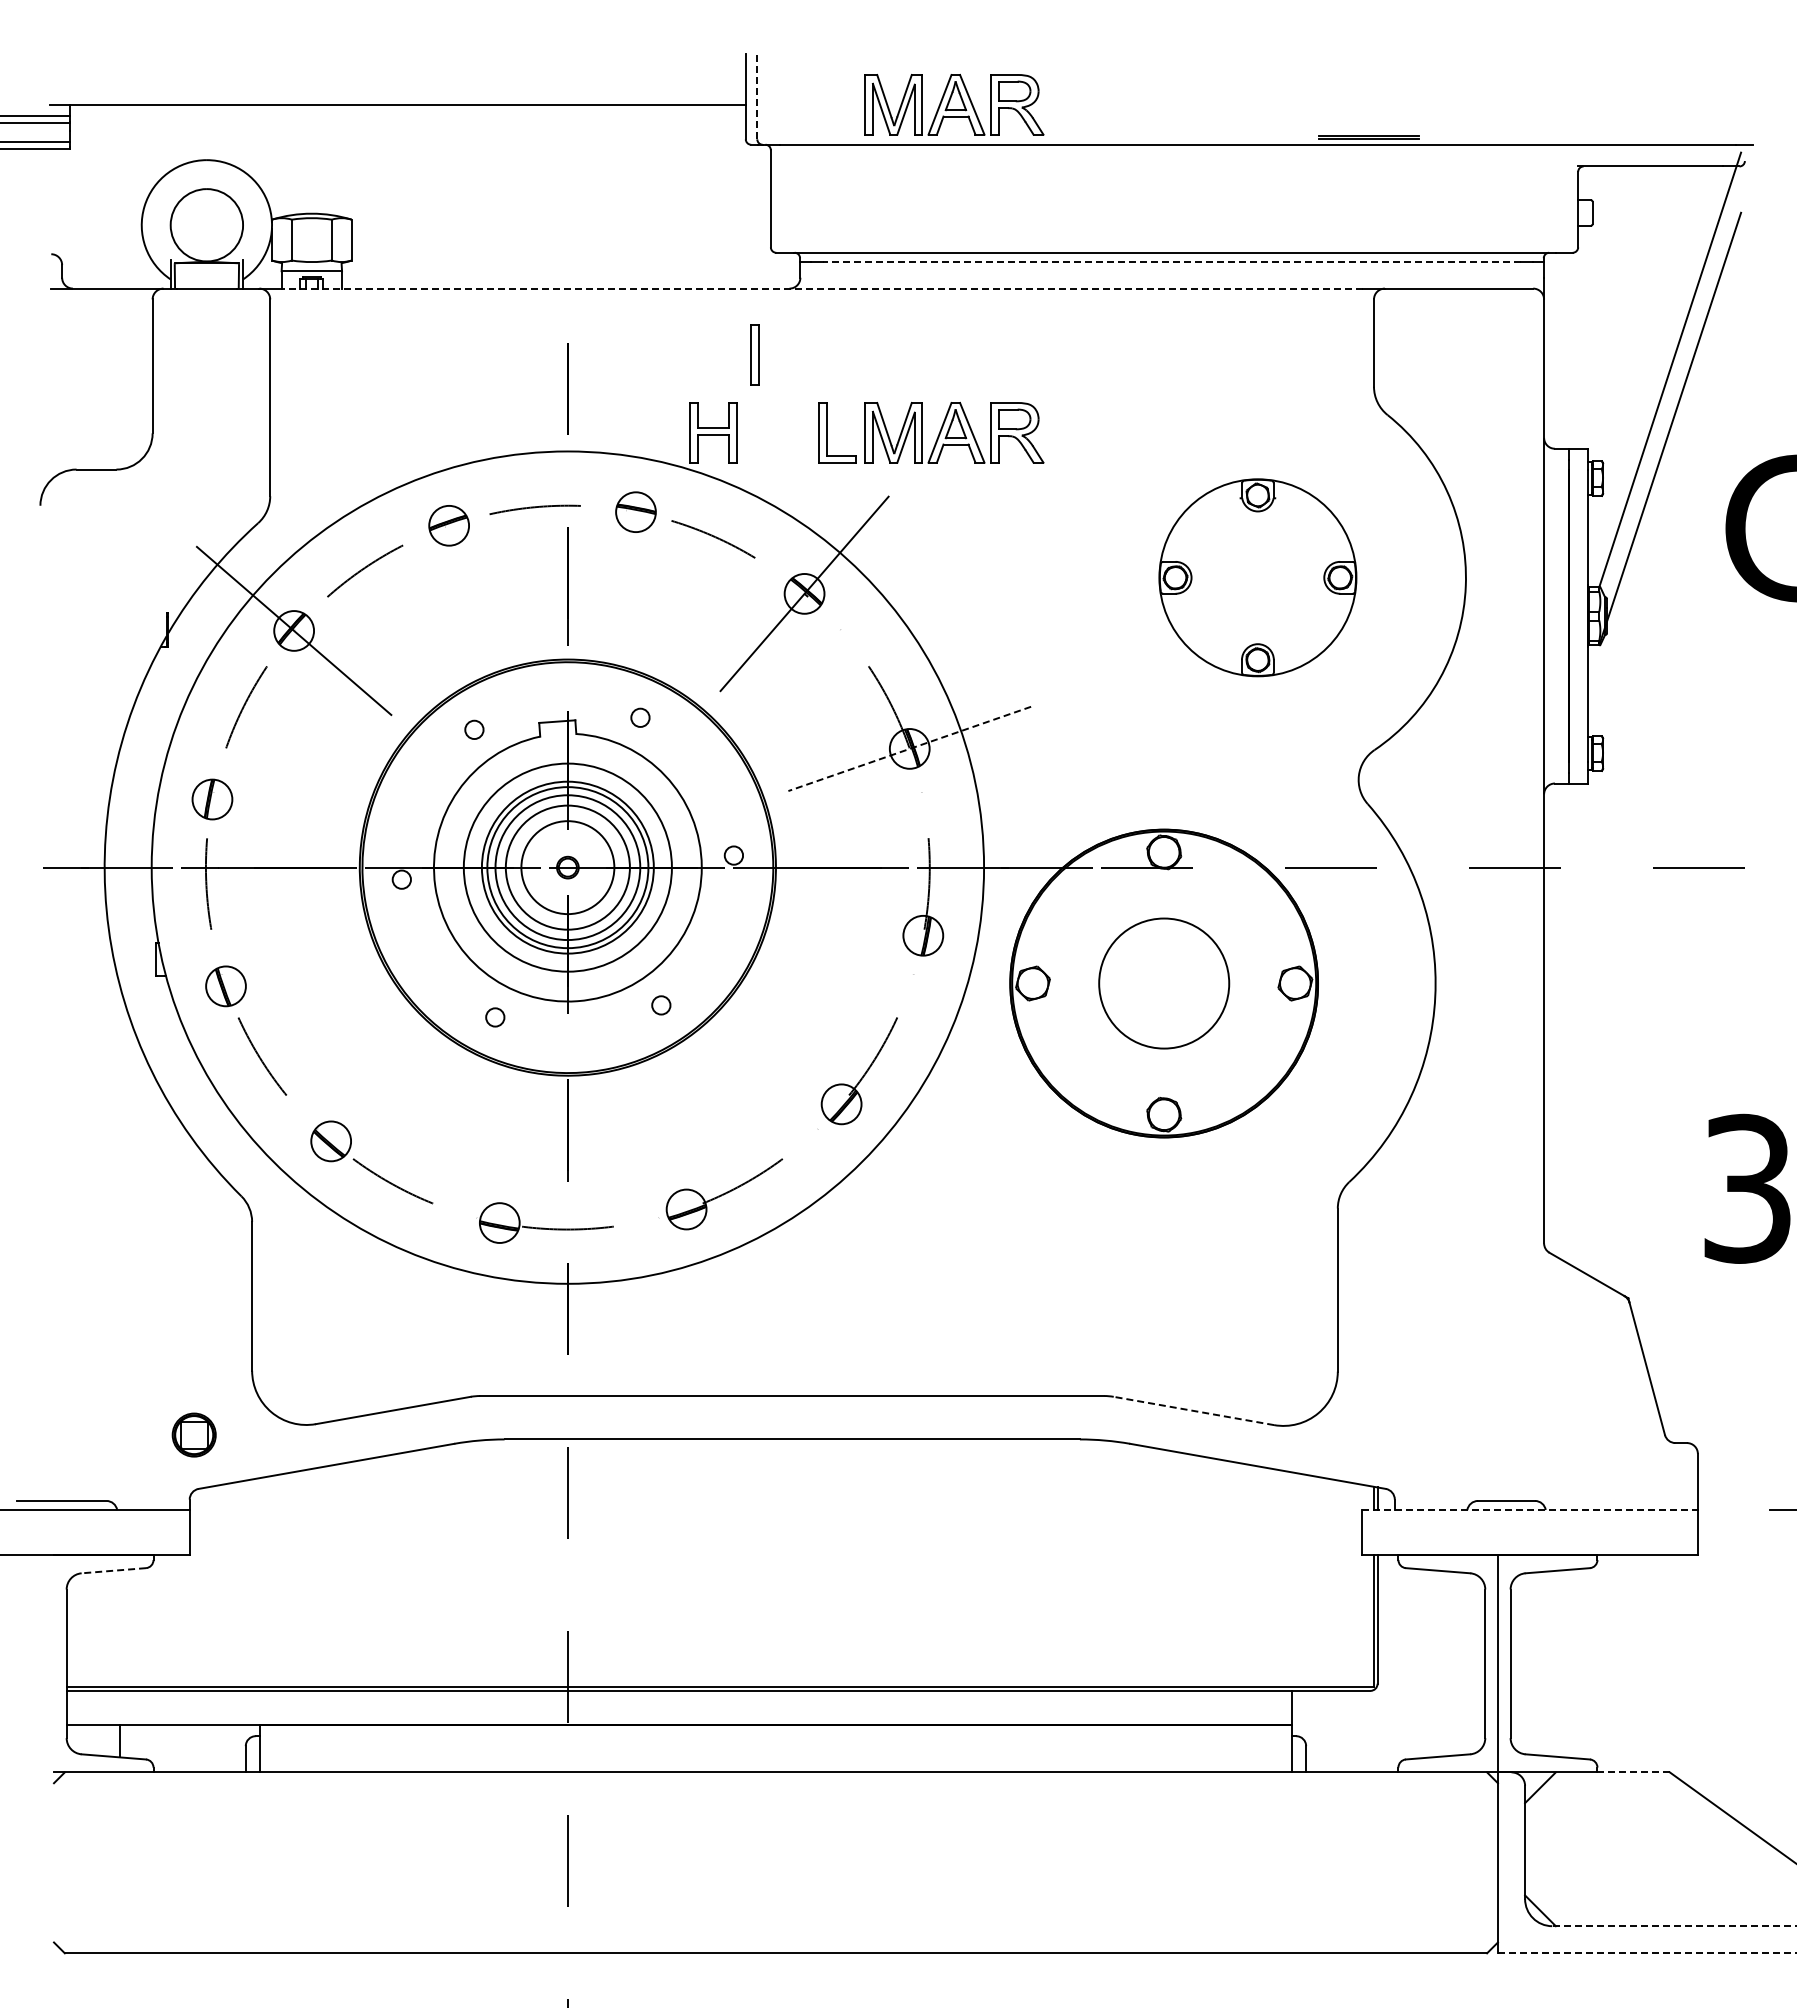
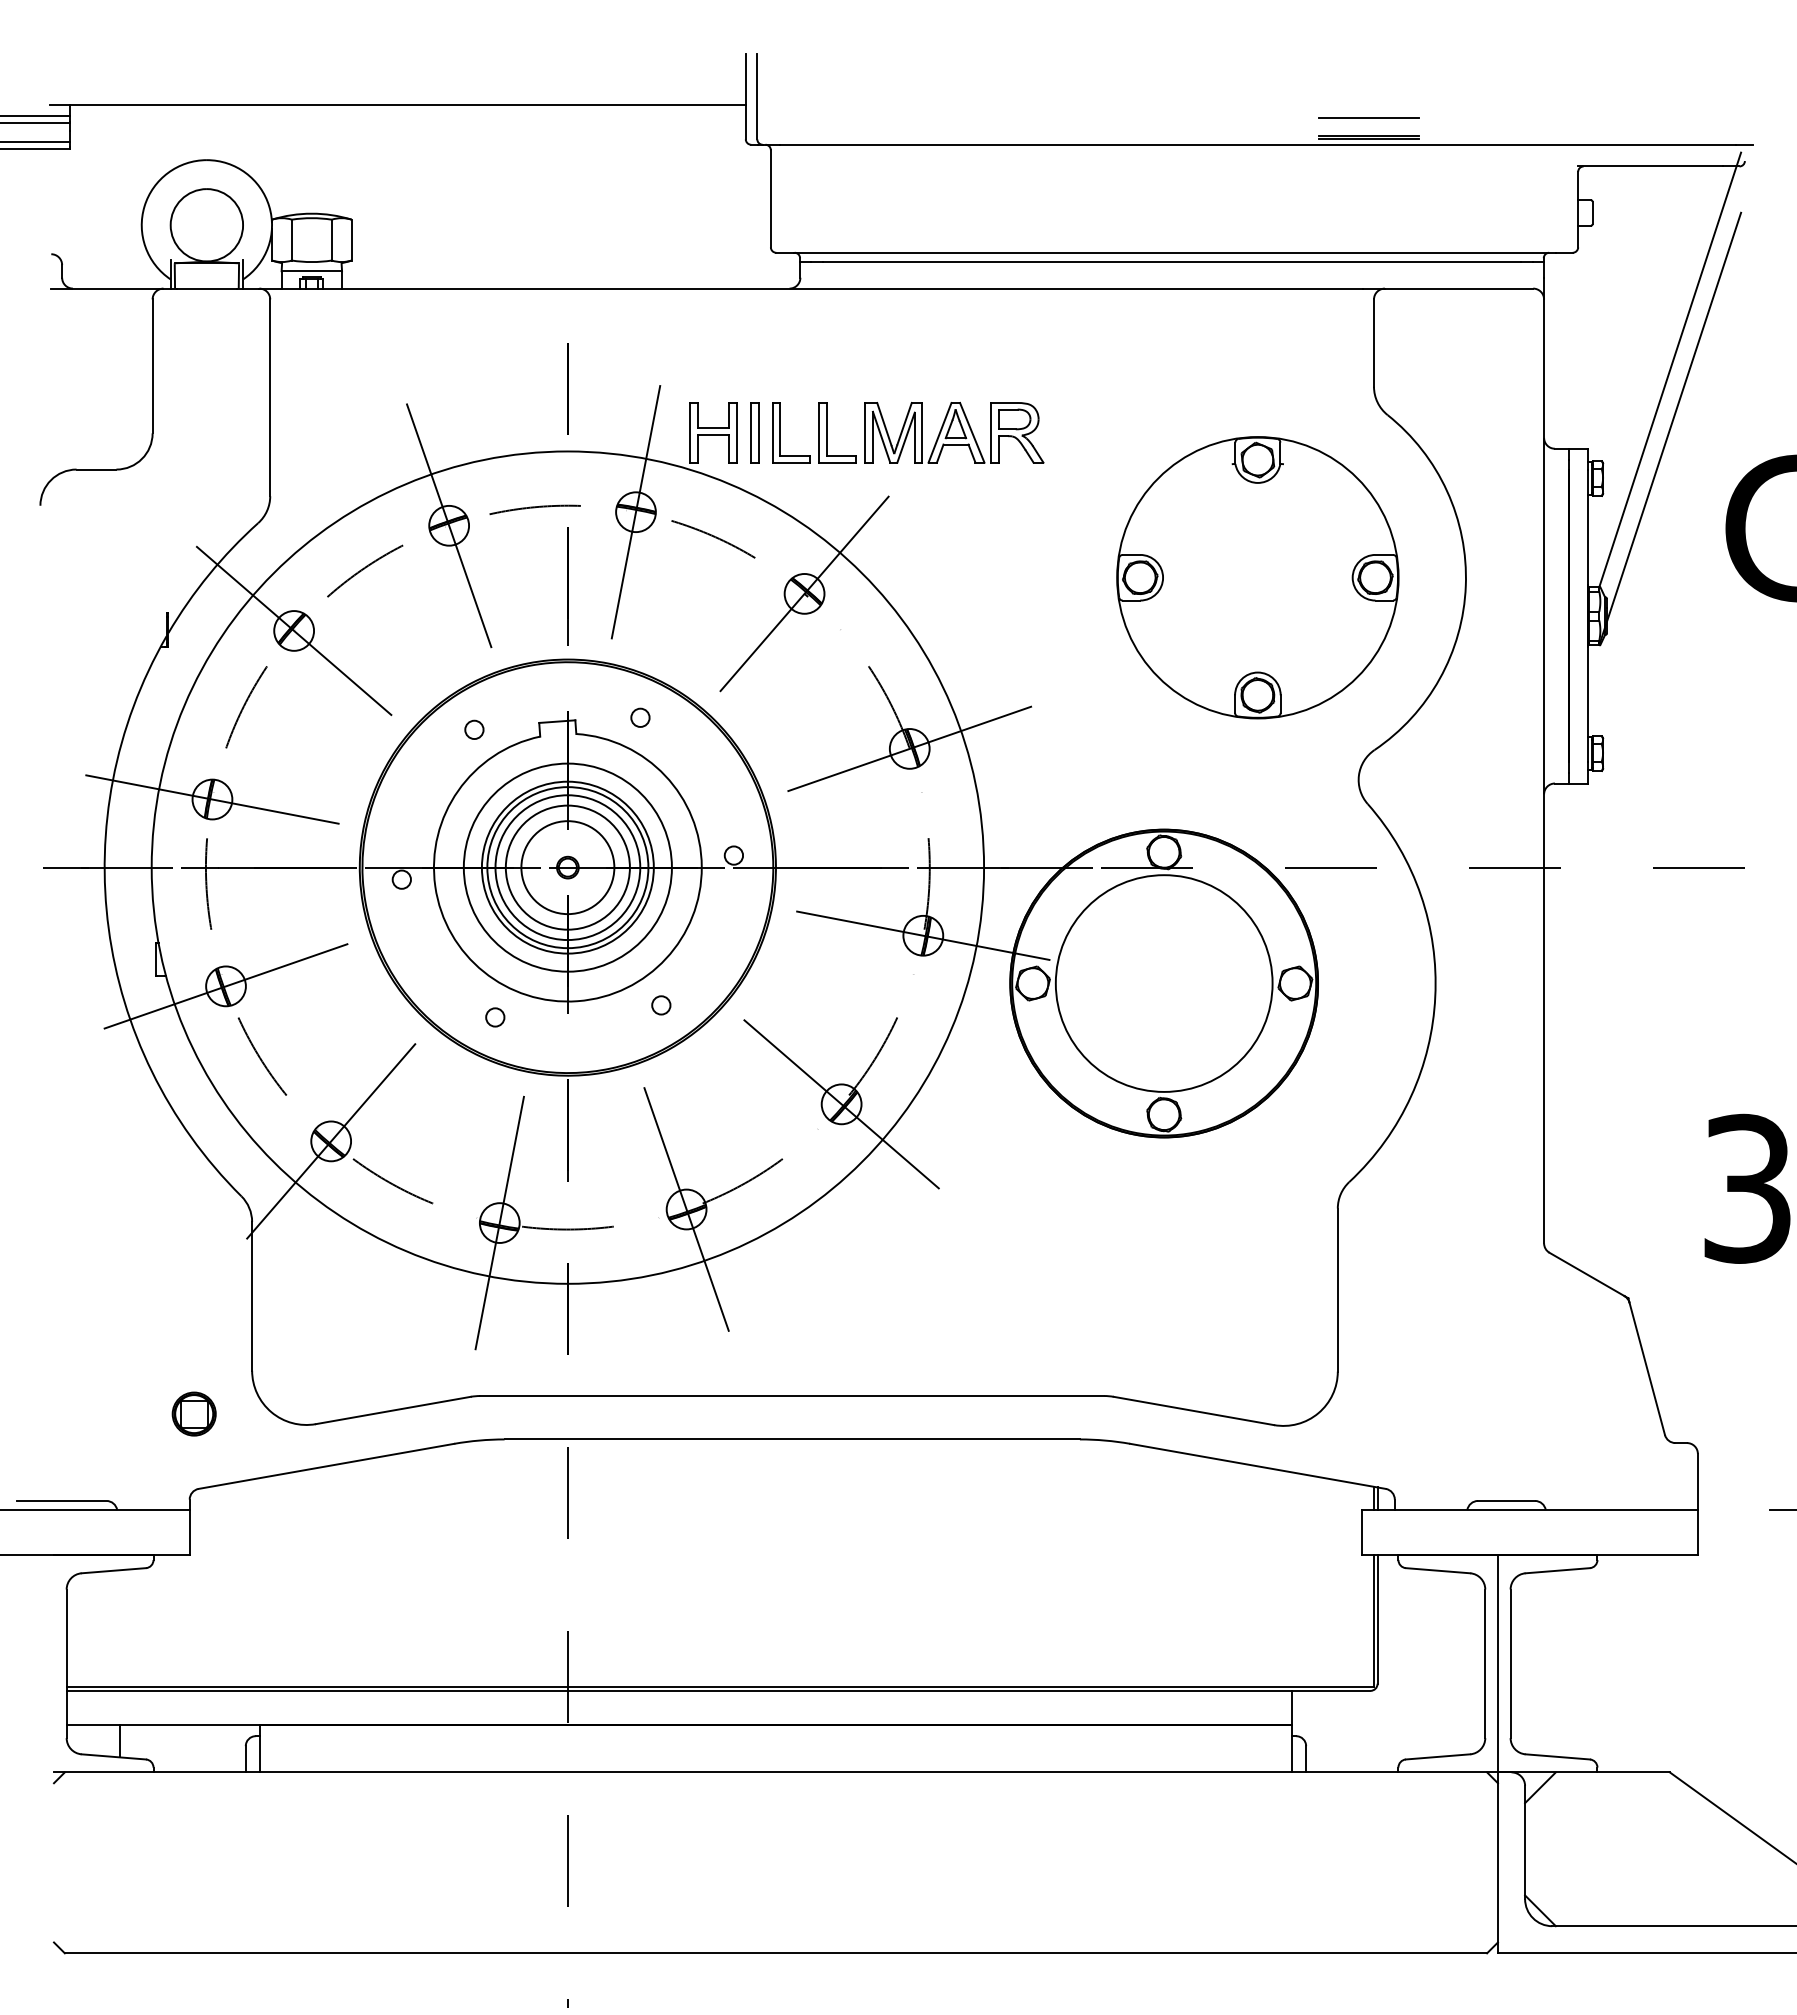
line at (757, 96): dashed -> solid
part at (954, 104): present -> none
line at (1368, 117): none -> present
line at (1171, 261): dashed -> solid
line at (821, 288): dashed -> solid
part at (754, 354) position: (754, 354) -> (754, 432)
part at (780, 432): none -> present
line at (635, 512): none -> present
line at (449, 525): none -> present
part at (1257, 577) size: 200x200 px -> 284x284 px
line at (909, 749): dashed -> solid
line at (212, 799): none -> present
line at (923, 935): none -> present
circle at (1164, 983) diameter: 130 px -> 217 px
line at (225, 986): none -> present
line at (841, 1104): none -> present
line at (331, 1141): none -> present
line at (686, 1209): none -> present
line at (499, 1222): none -> present
line at (1193, 1410): dashed -> solid
part at (193, 1434) position: (193, 1434) -> (193, 1413)
line at (1530, 1510): dashed -> solid
line at (113, 1570): dashed -> solid
line at (1634, 1772): dashed -> solid
line at (1673, 1926): dashed -> solid
line at (1647, 1953): dashed -> solid
